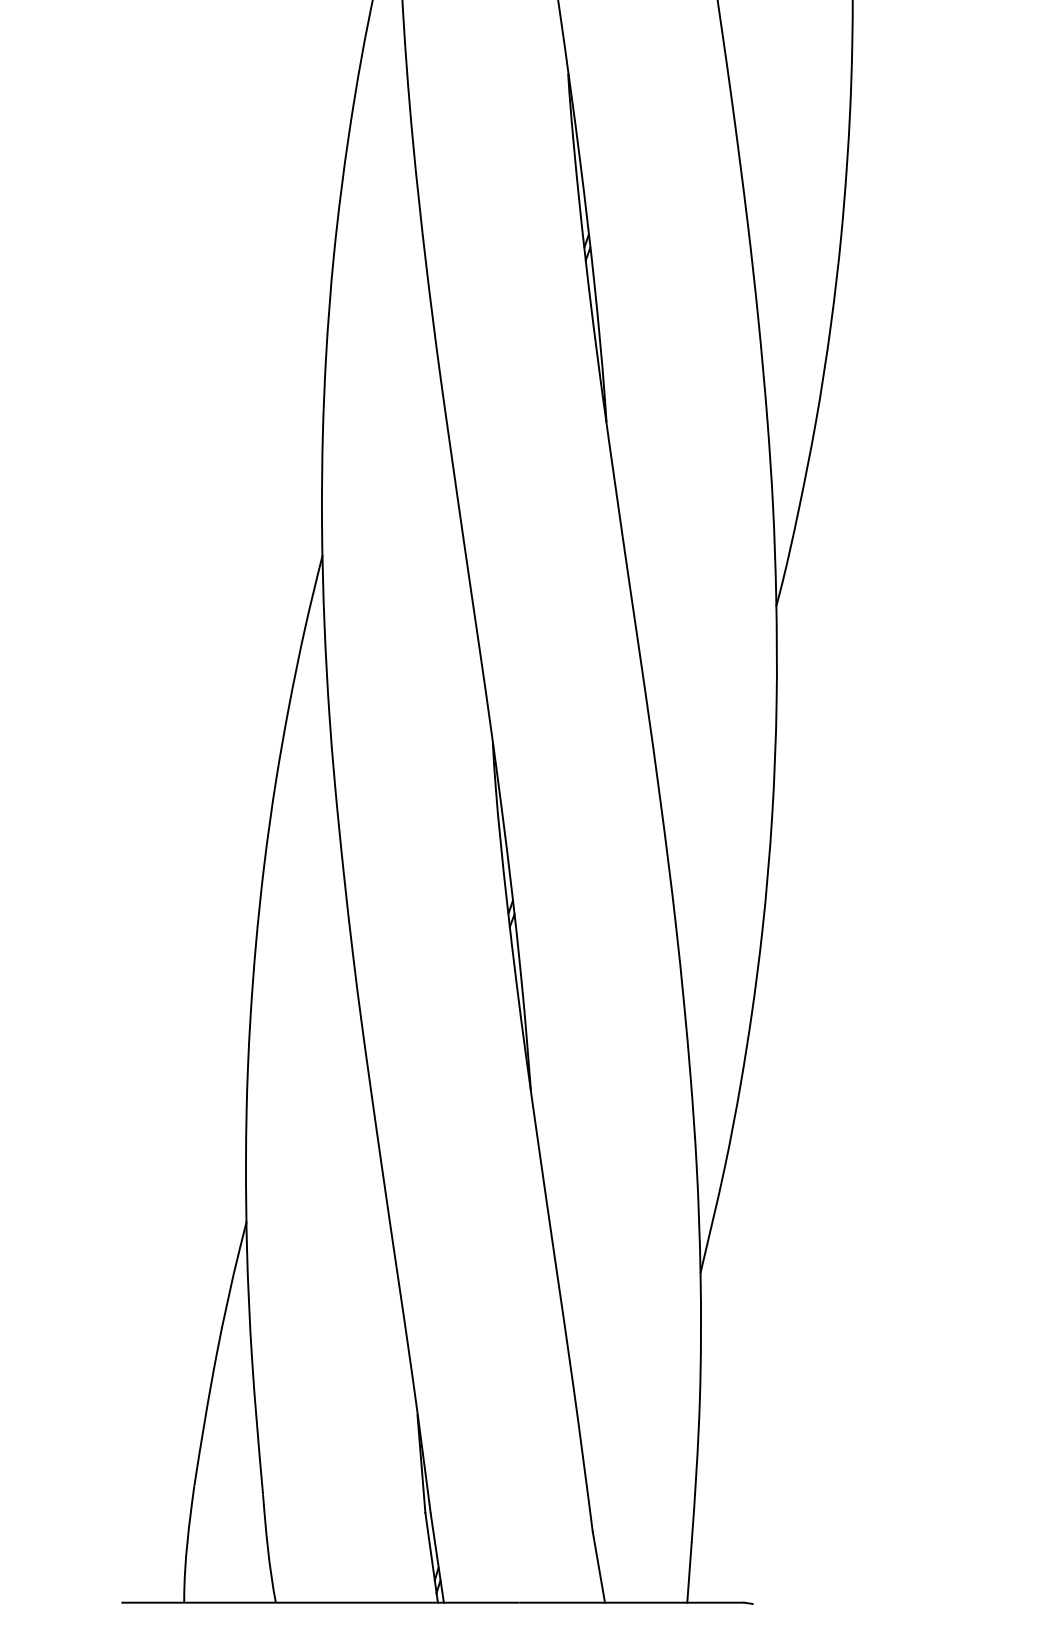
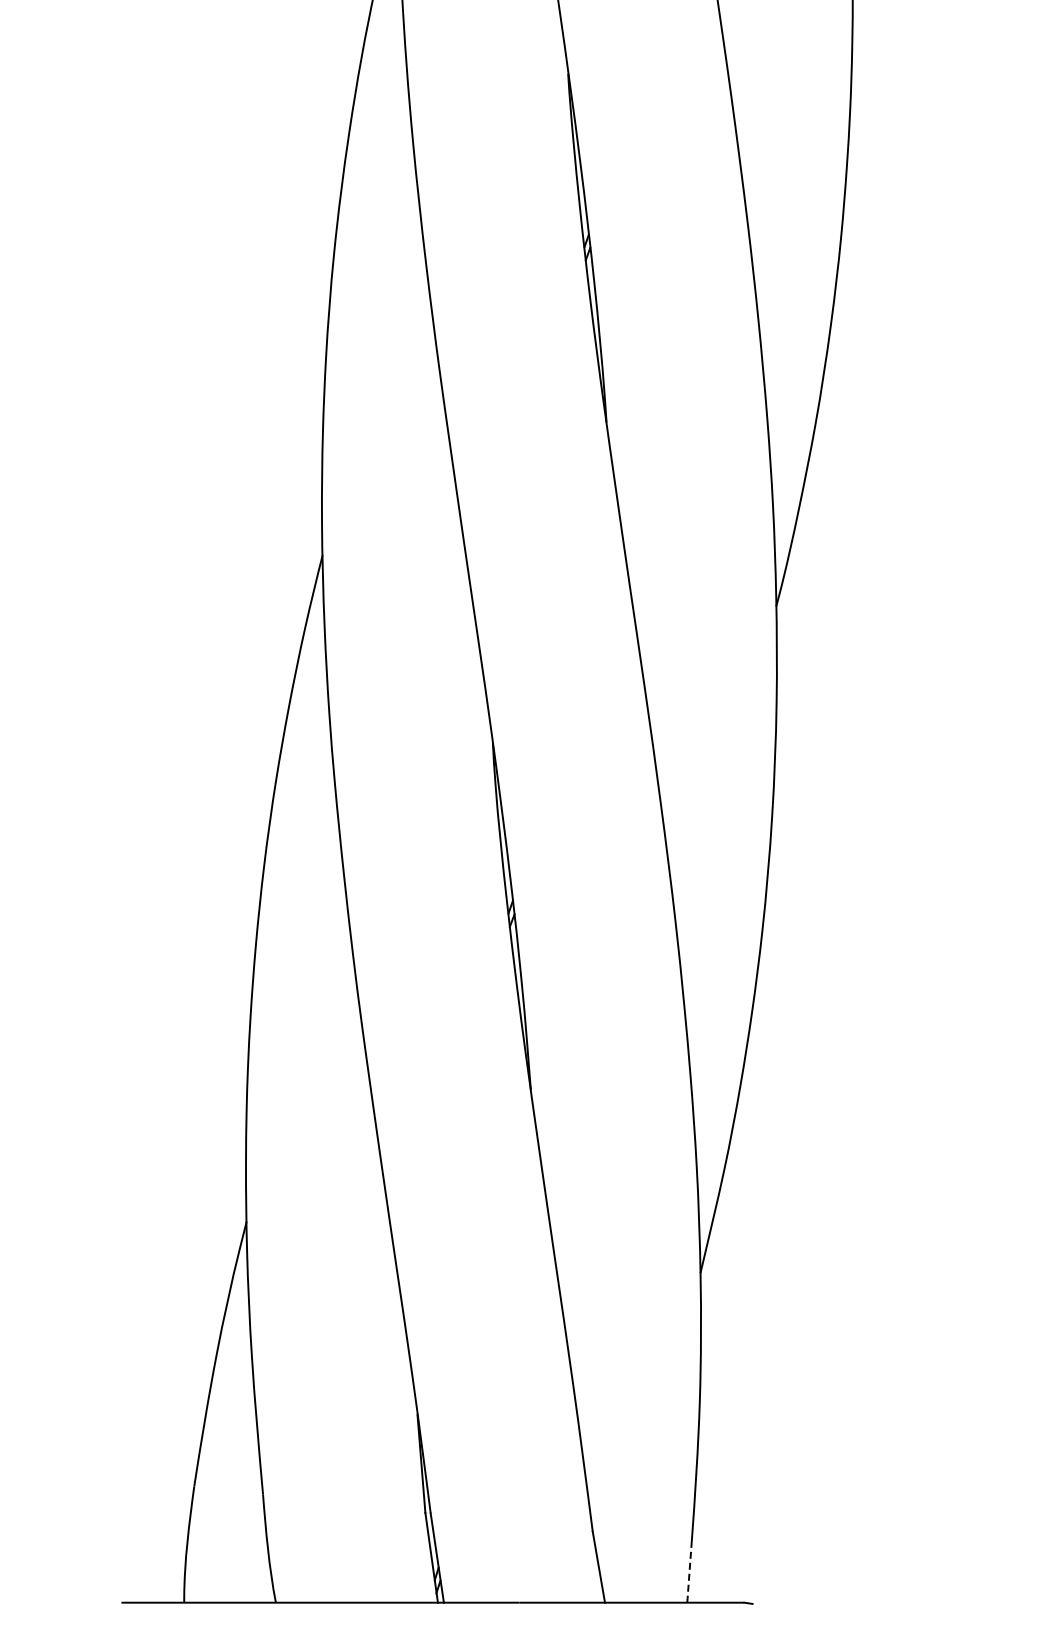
line at (689, 1572): solid -> dashed
